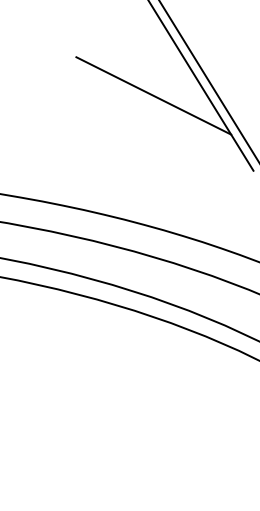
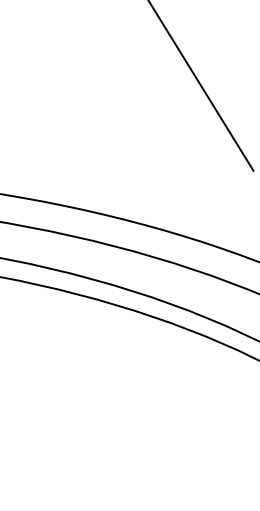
line at (208, 80): present -> none
line at (153, 95): present -> none
